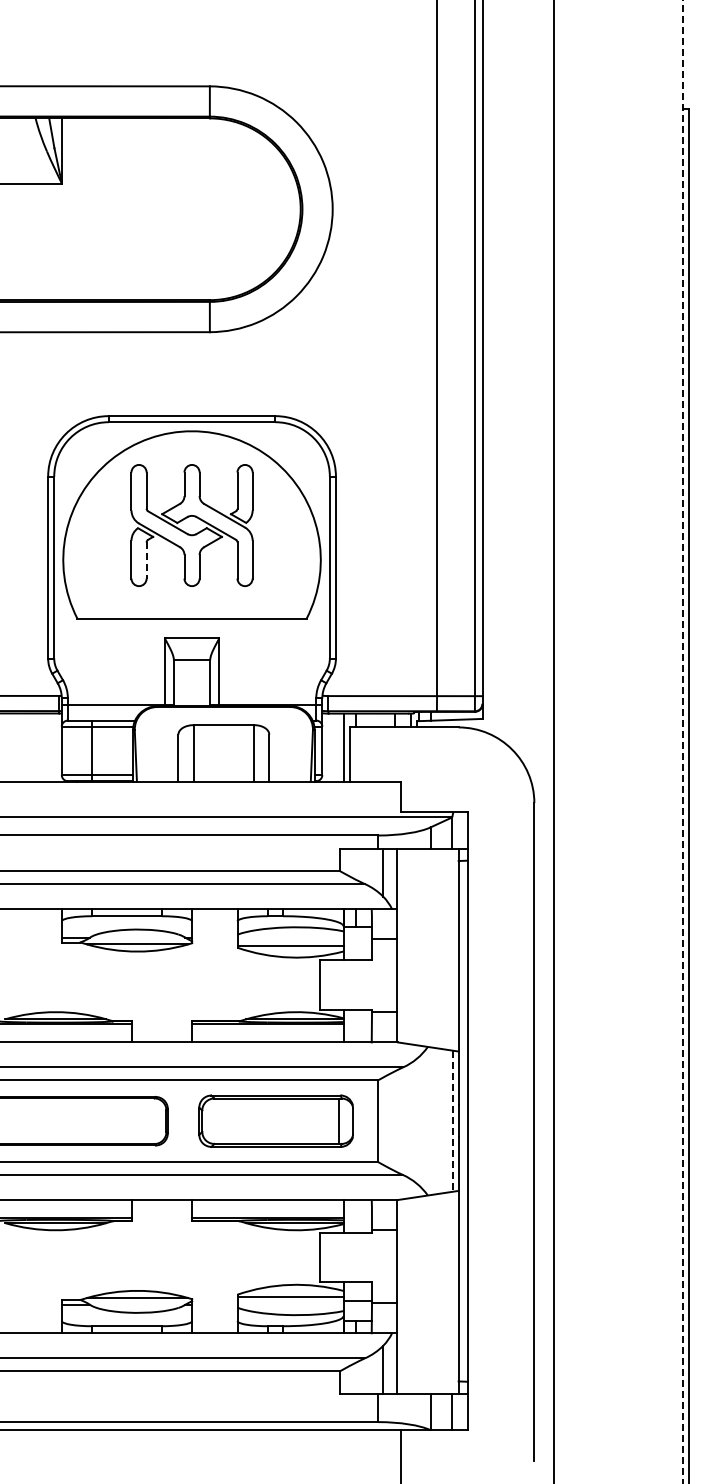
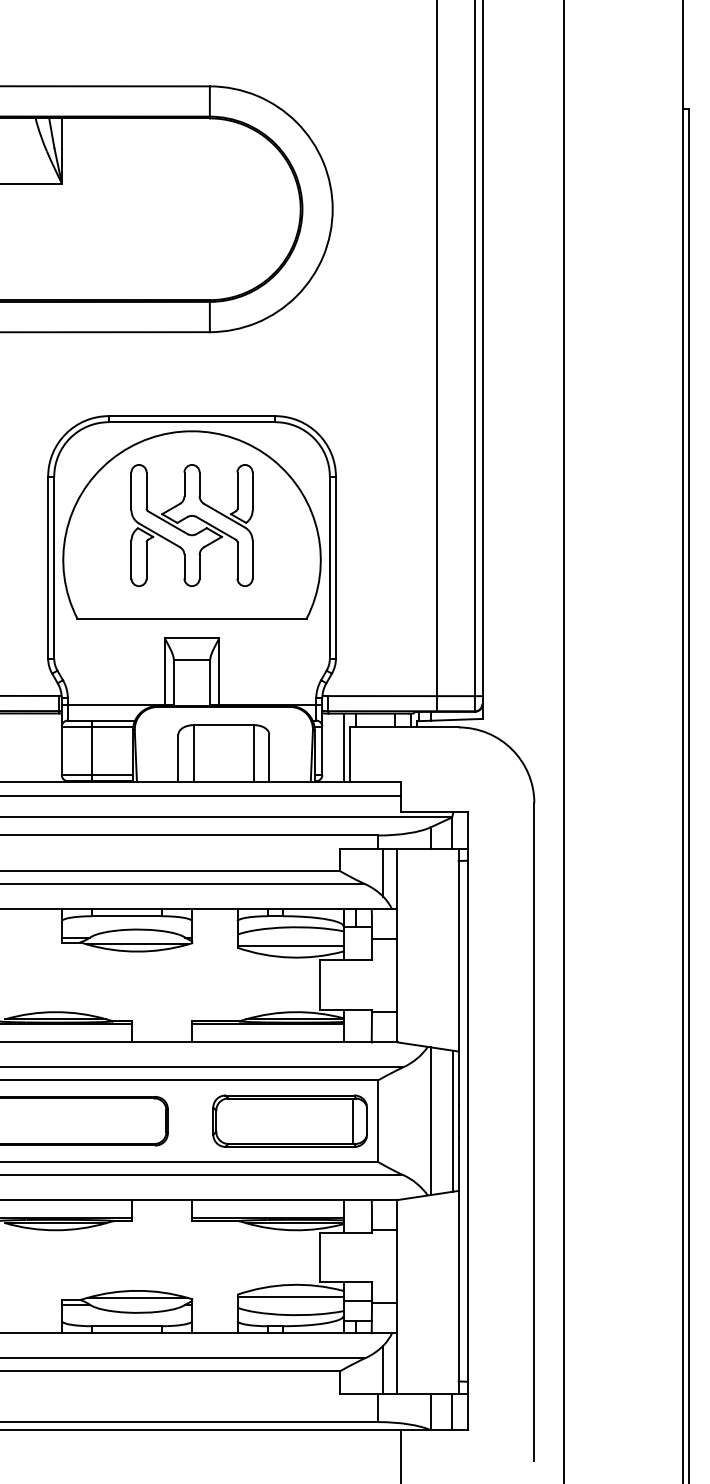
line at (146, 560): dashed -> solid
line at (554, 741) position: (554, 741) -> (564, 741)
line at (683, 741): dashed -> solid
line at (201, 795): none -> present
part at (275, 1120) position: (275, 1120) -> (289, 1120)
line at (430, 1121): none -> present
line at (452, 1121): dashed -> solid
